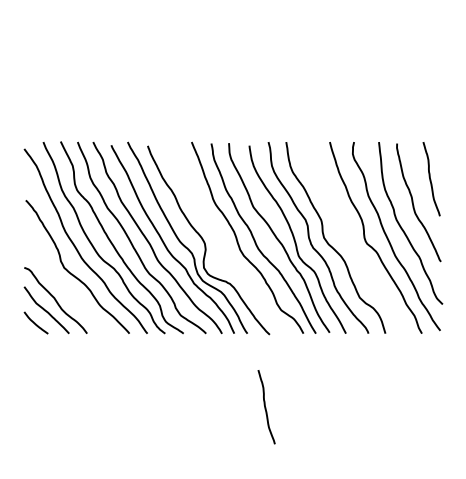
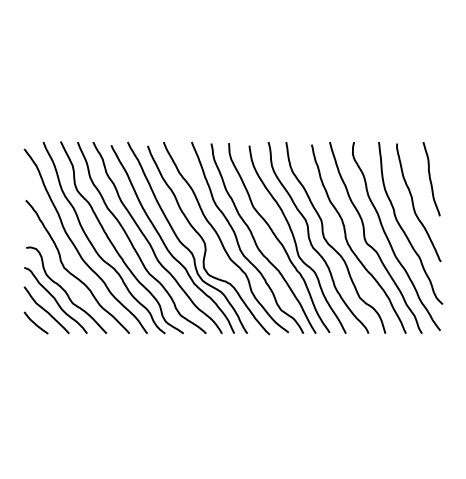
curve at (220, 237): none -> present
curve at (348, 241): none -> present
curve at (65, 290): none -> present
curve at (266, 407): present -> none
